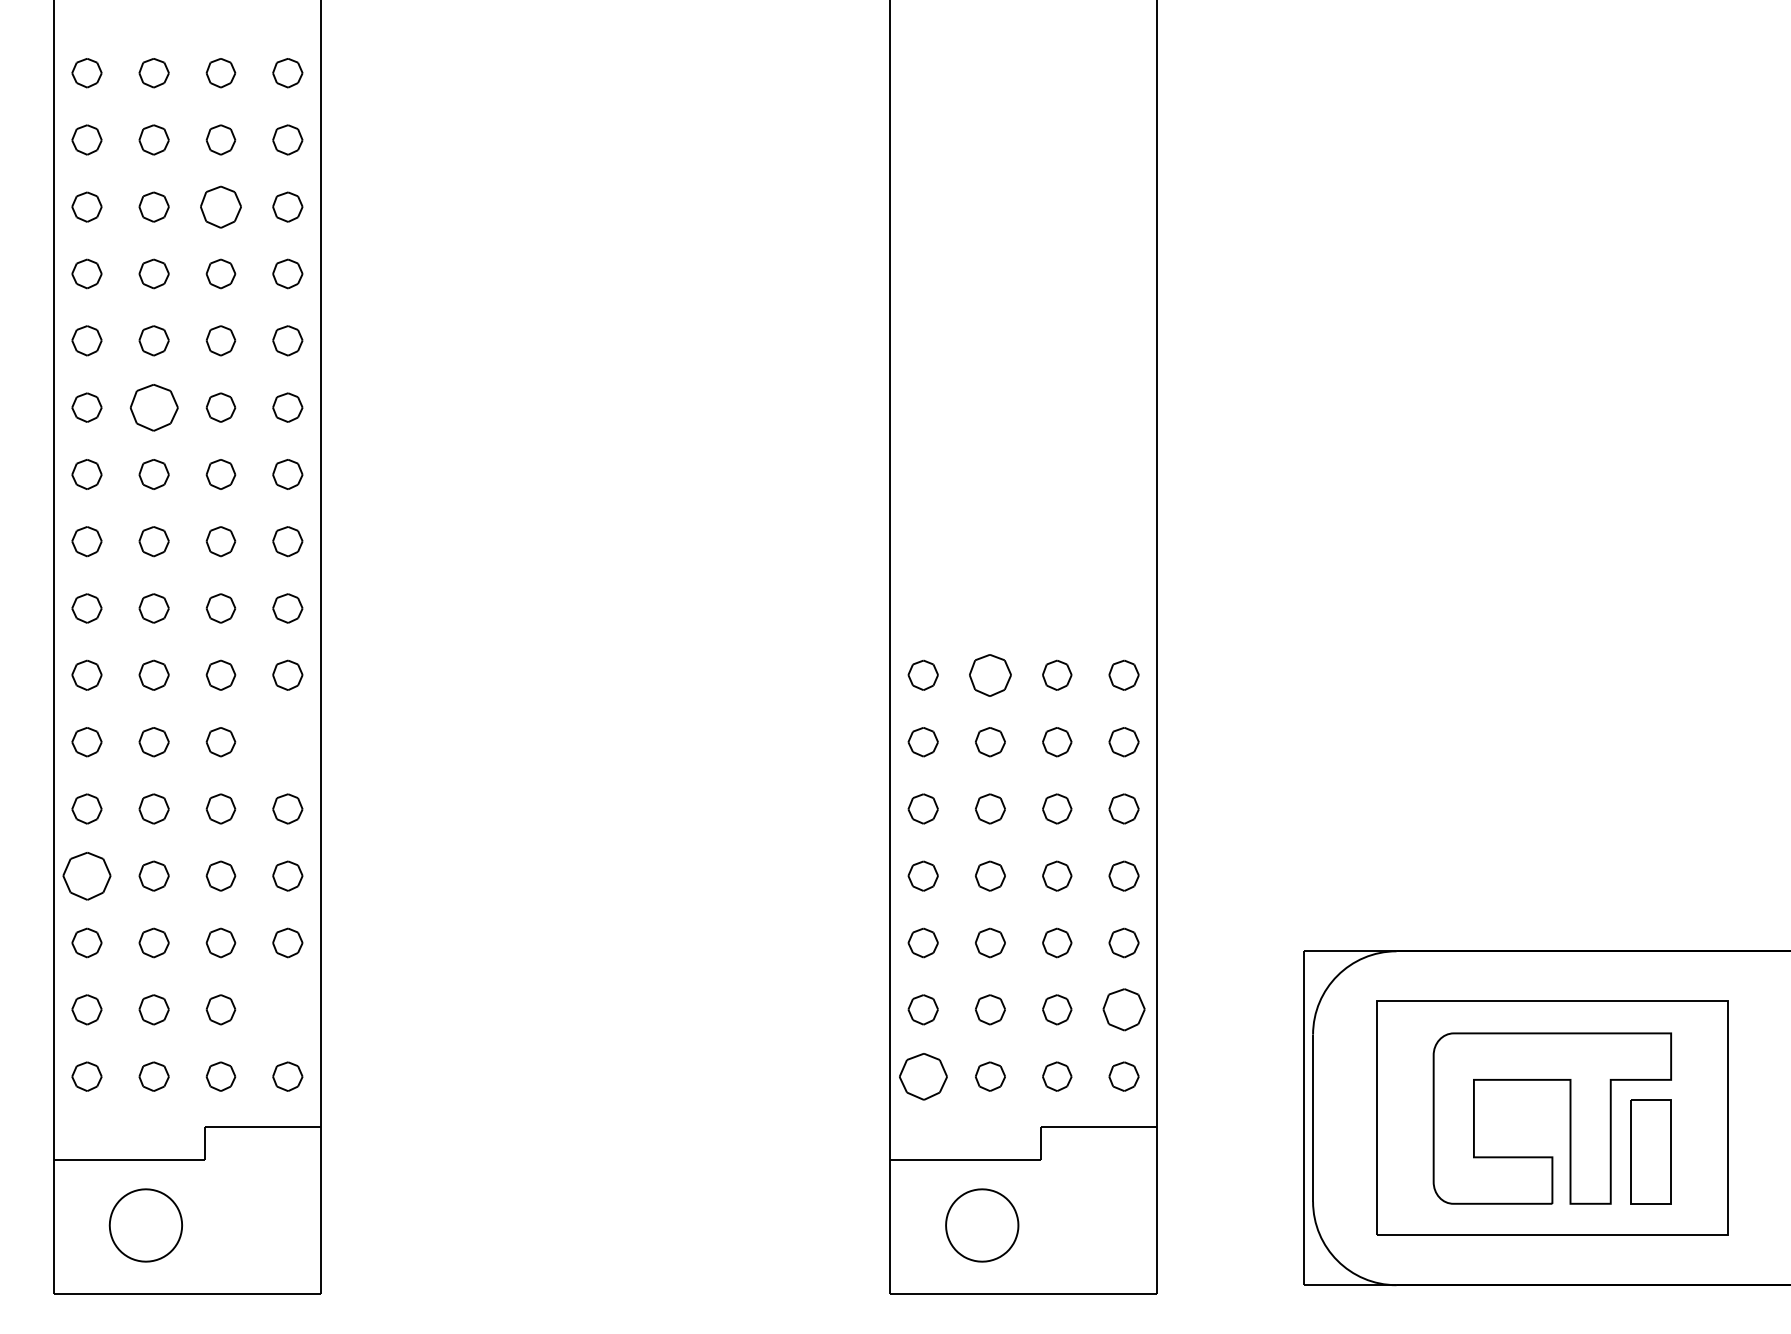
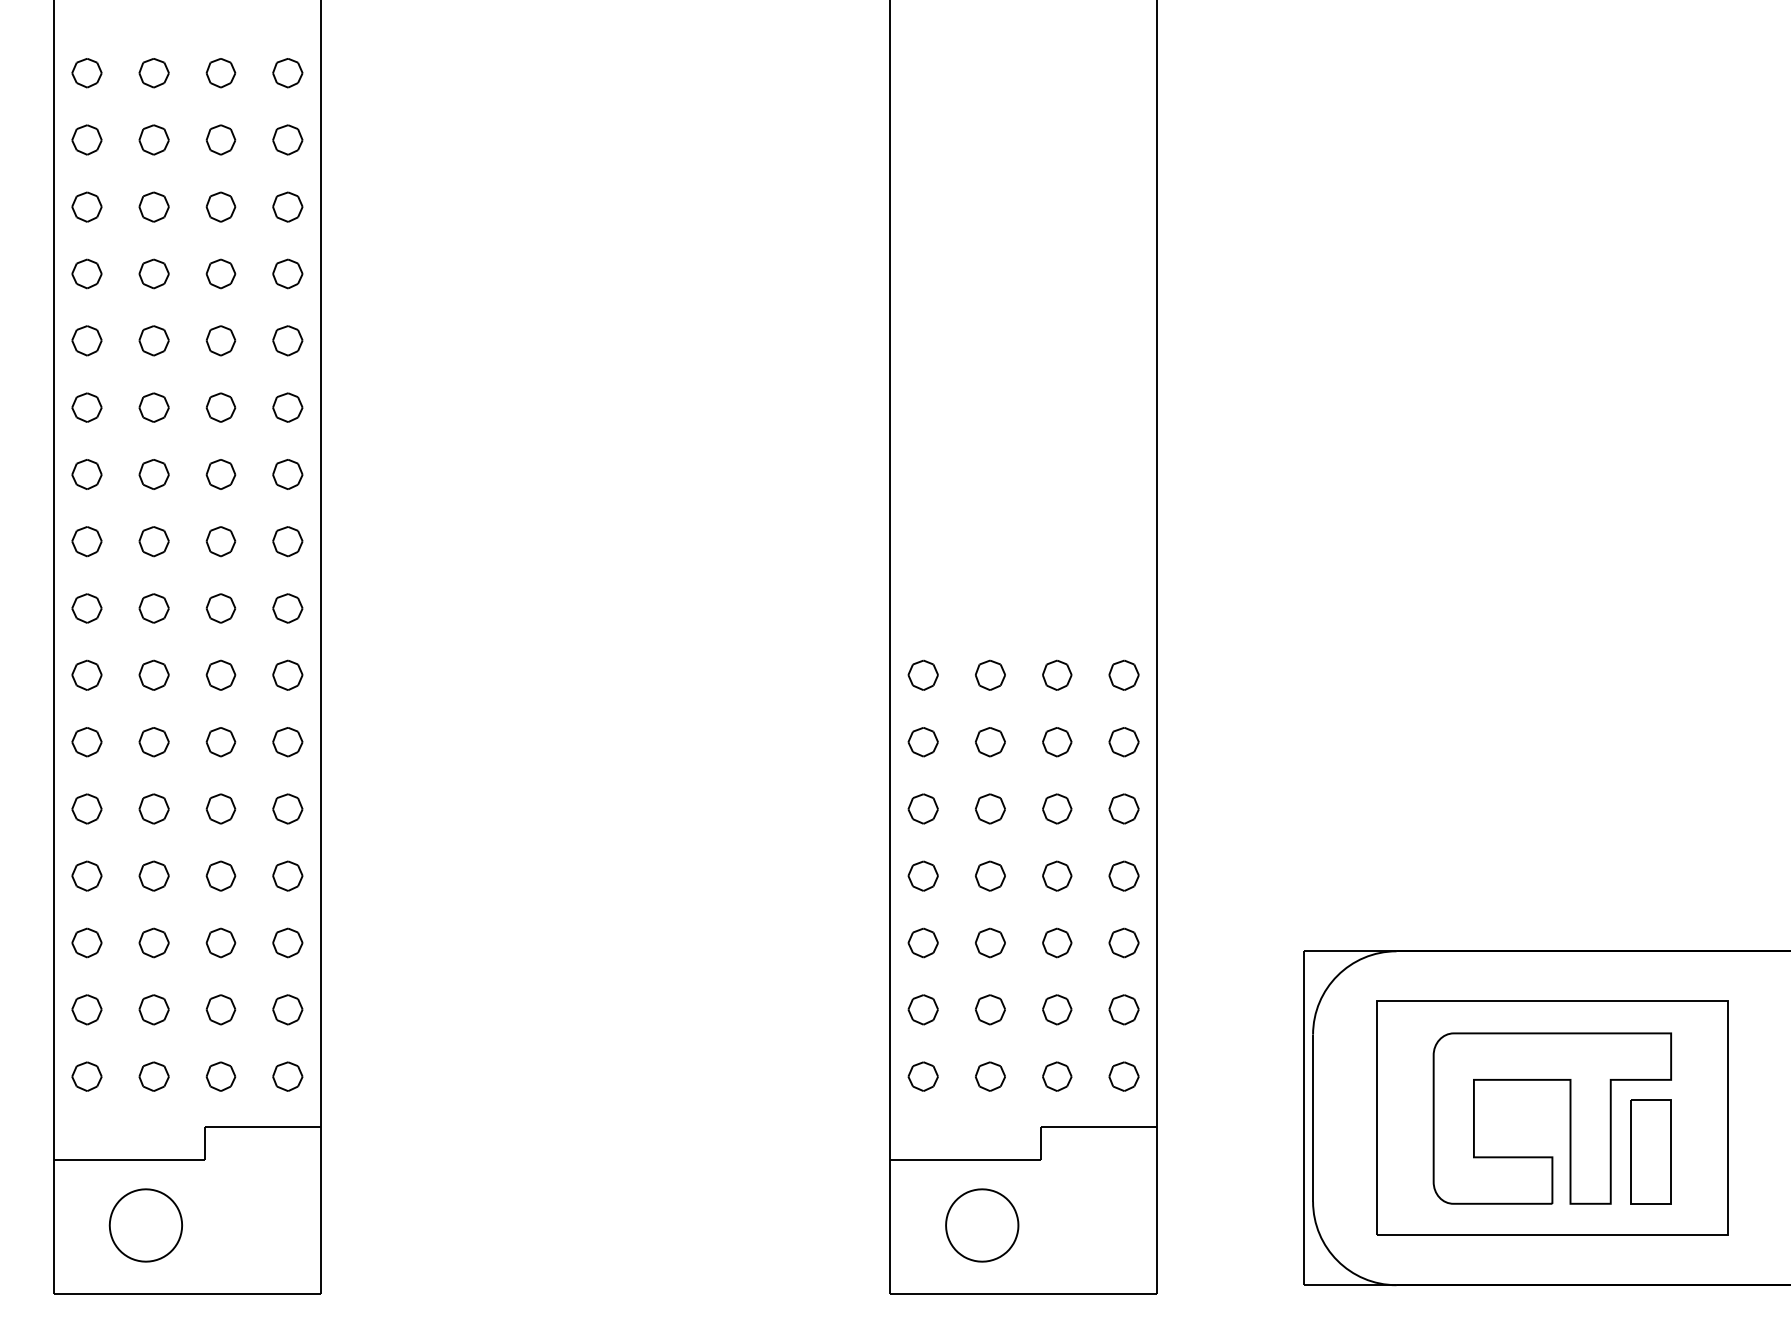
part at (220, 206) size: 42x44 px -> 32x32 px
part at (153, 407) size: 50x48 px -> 32x31 px
part at (990, 675) size: 43x43 px -> 31x32 px
part at (287, 742): none -> present
part at (86, 876) size: 50x49 px -> 32x32 px
part at (287, 1009): none -> present
part at (1123, 1009) size: 44x44 px -> 32x32 px
part at (923, 1076) size: 49x48 px -> 32x31 px
